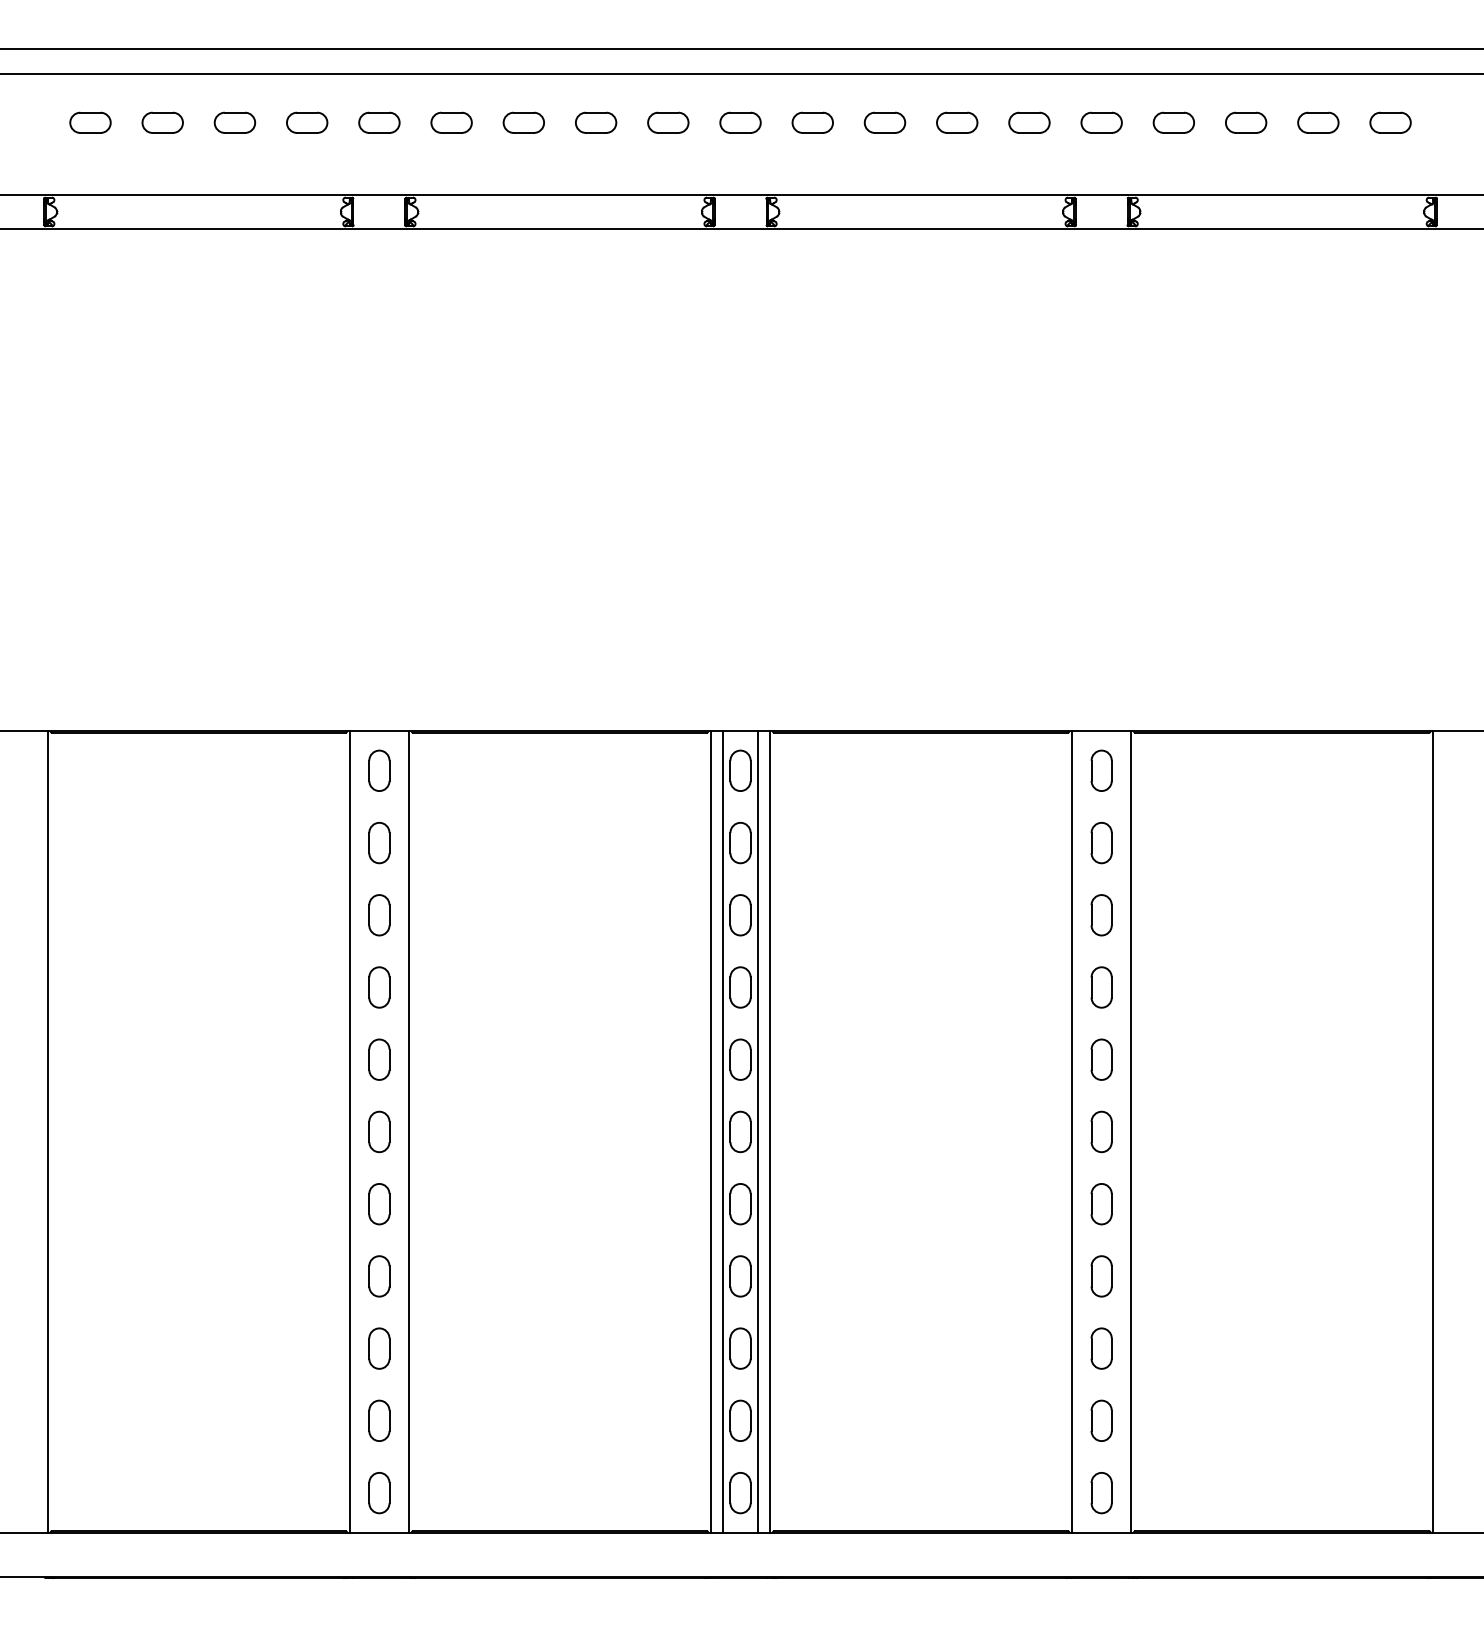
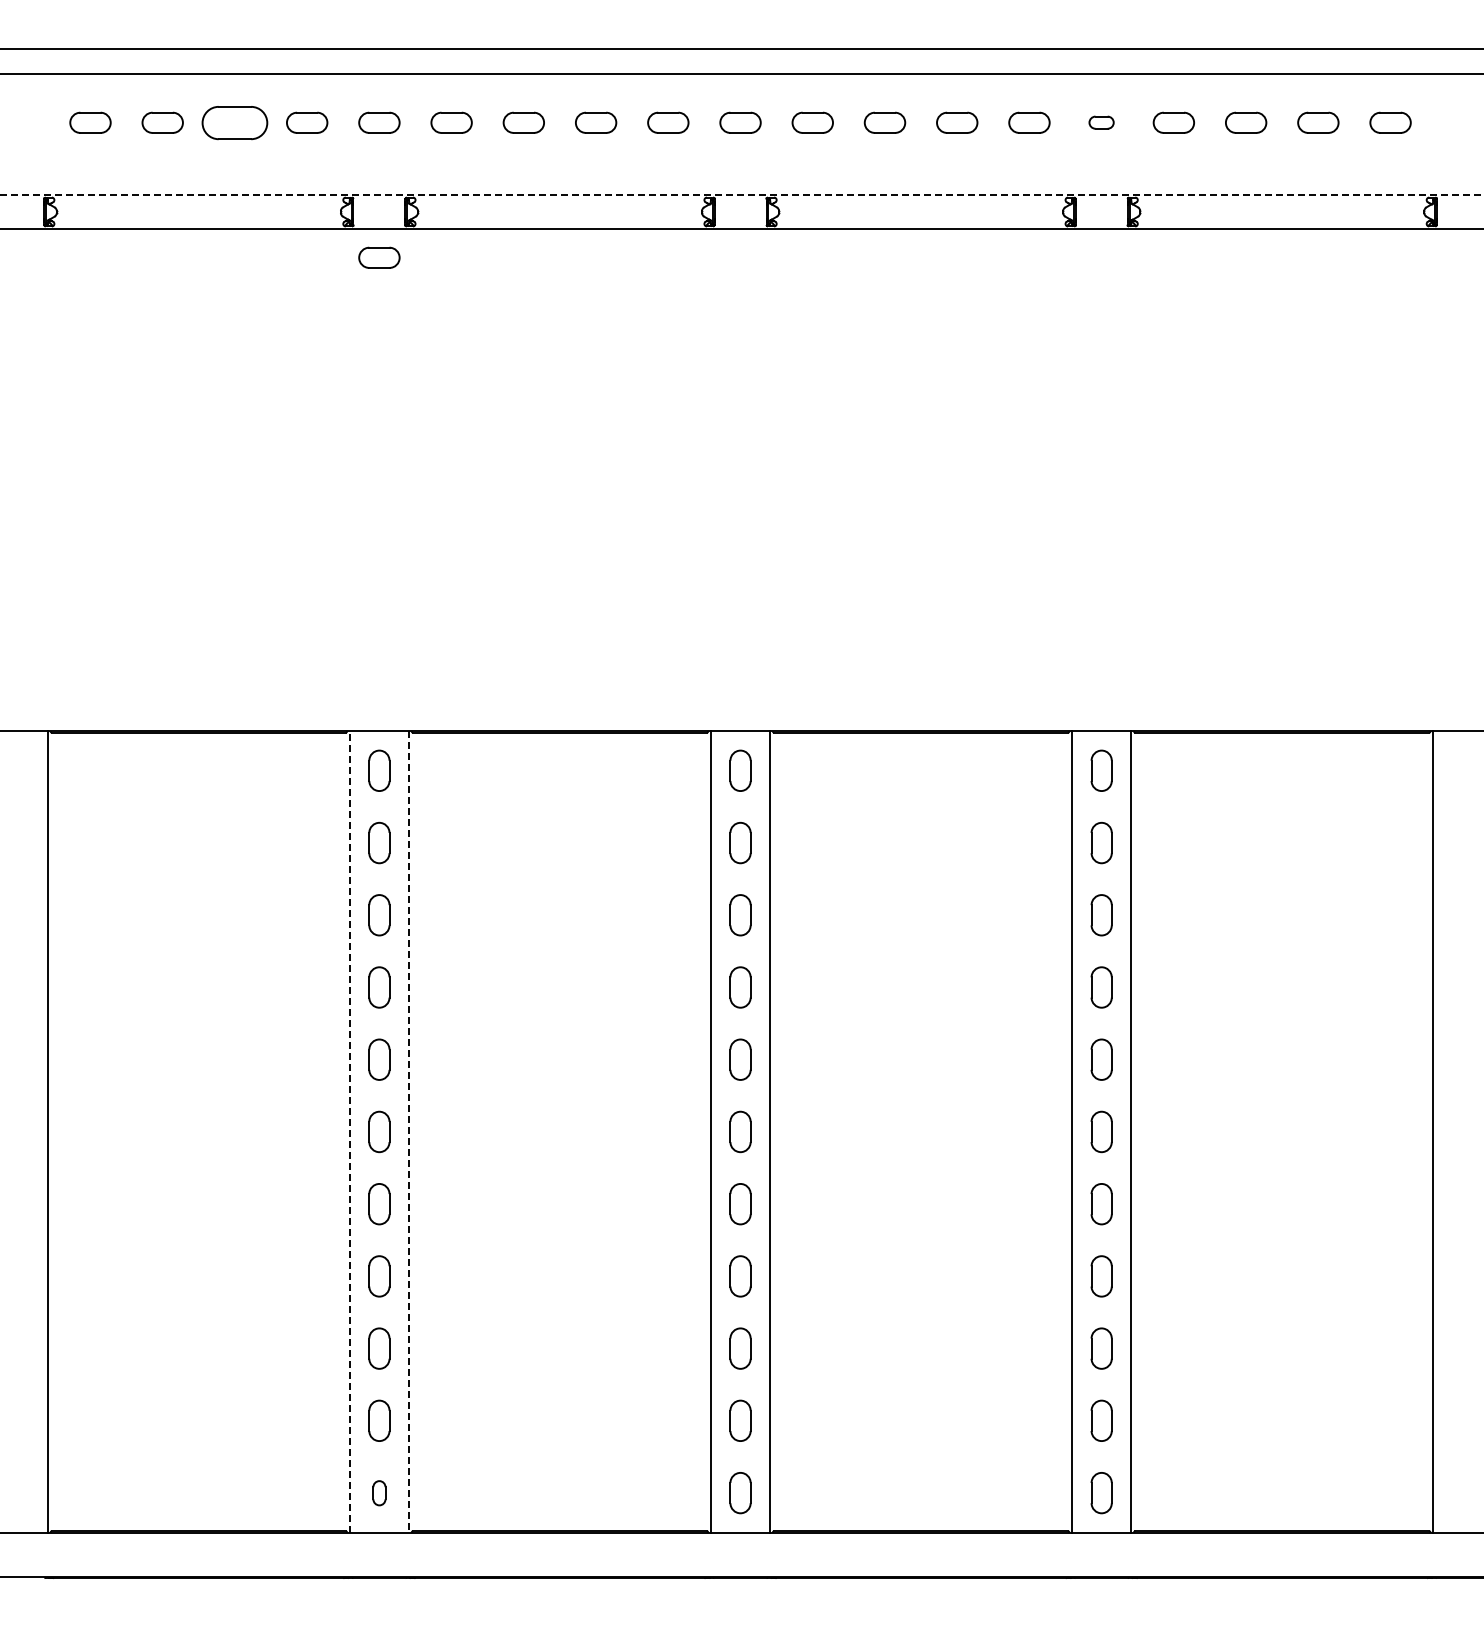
part at (234, 122) size: 44x23 px -> 68x35 px
part at (1101, 122) size: 43x23 px -> 27x15 px
line at (741, 194): solid -> dashed
part at (379, 257): none -> present
line at (349, 1131): solid -> dashed
line at (409, 1131): solid -> dashed
line at (722, 1131): present -> none
line at (758, 1131): present -> none
part at (379, 1493) size: 23x43 px -> 15x27 px
